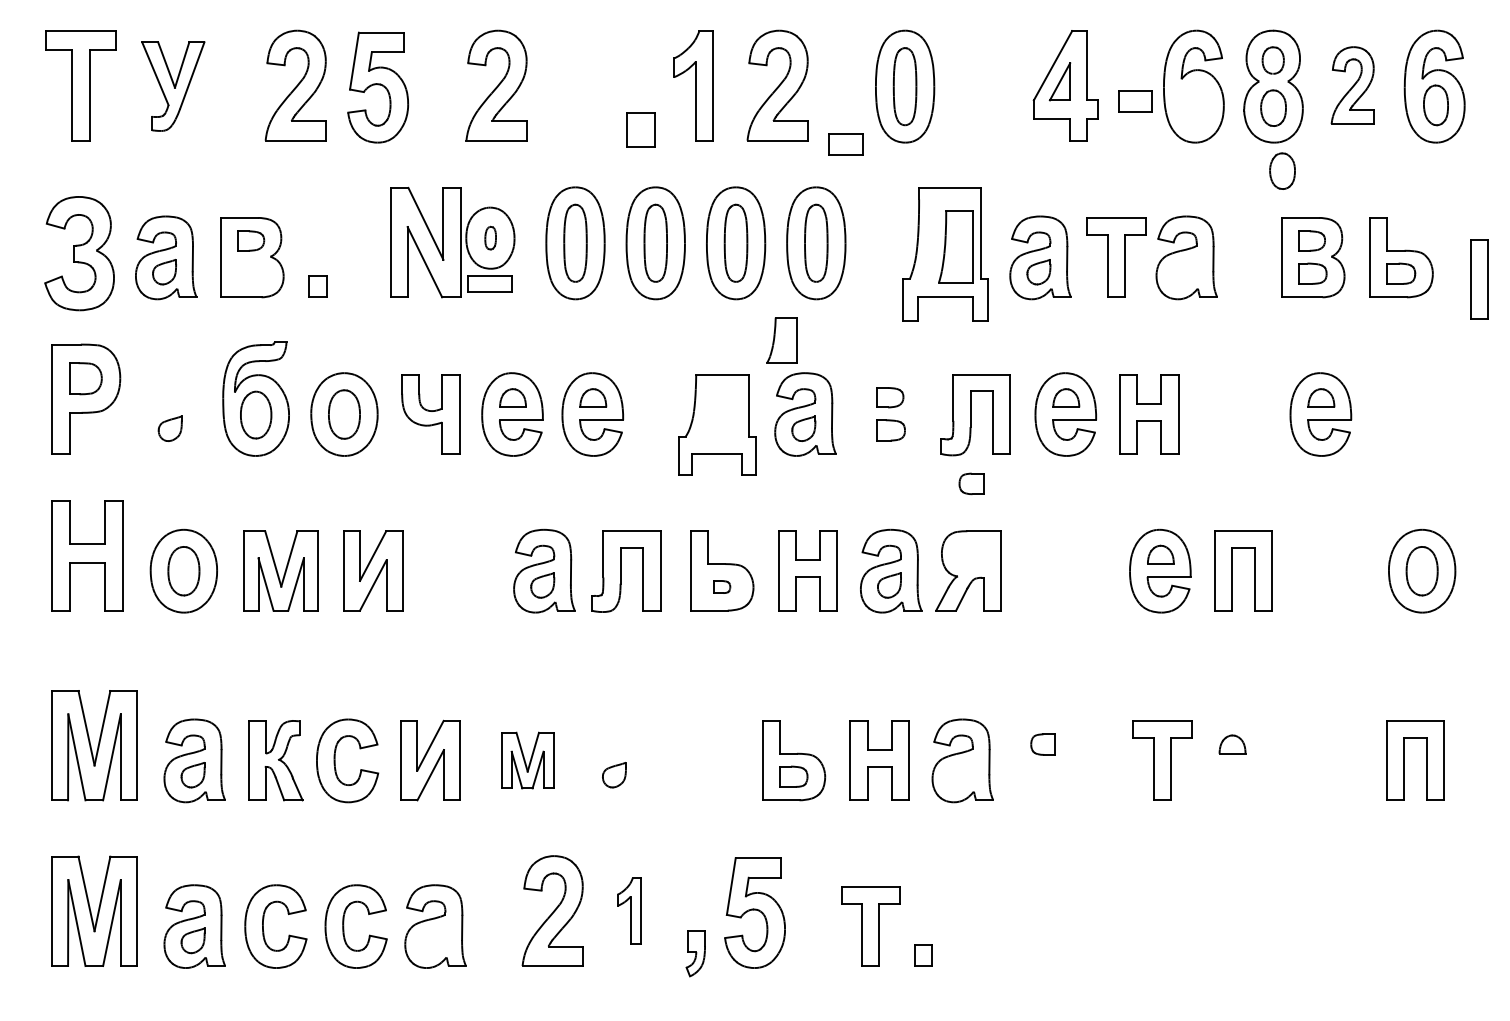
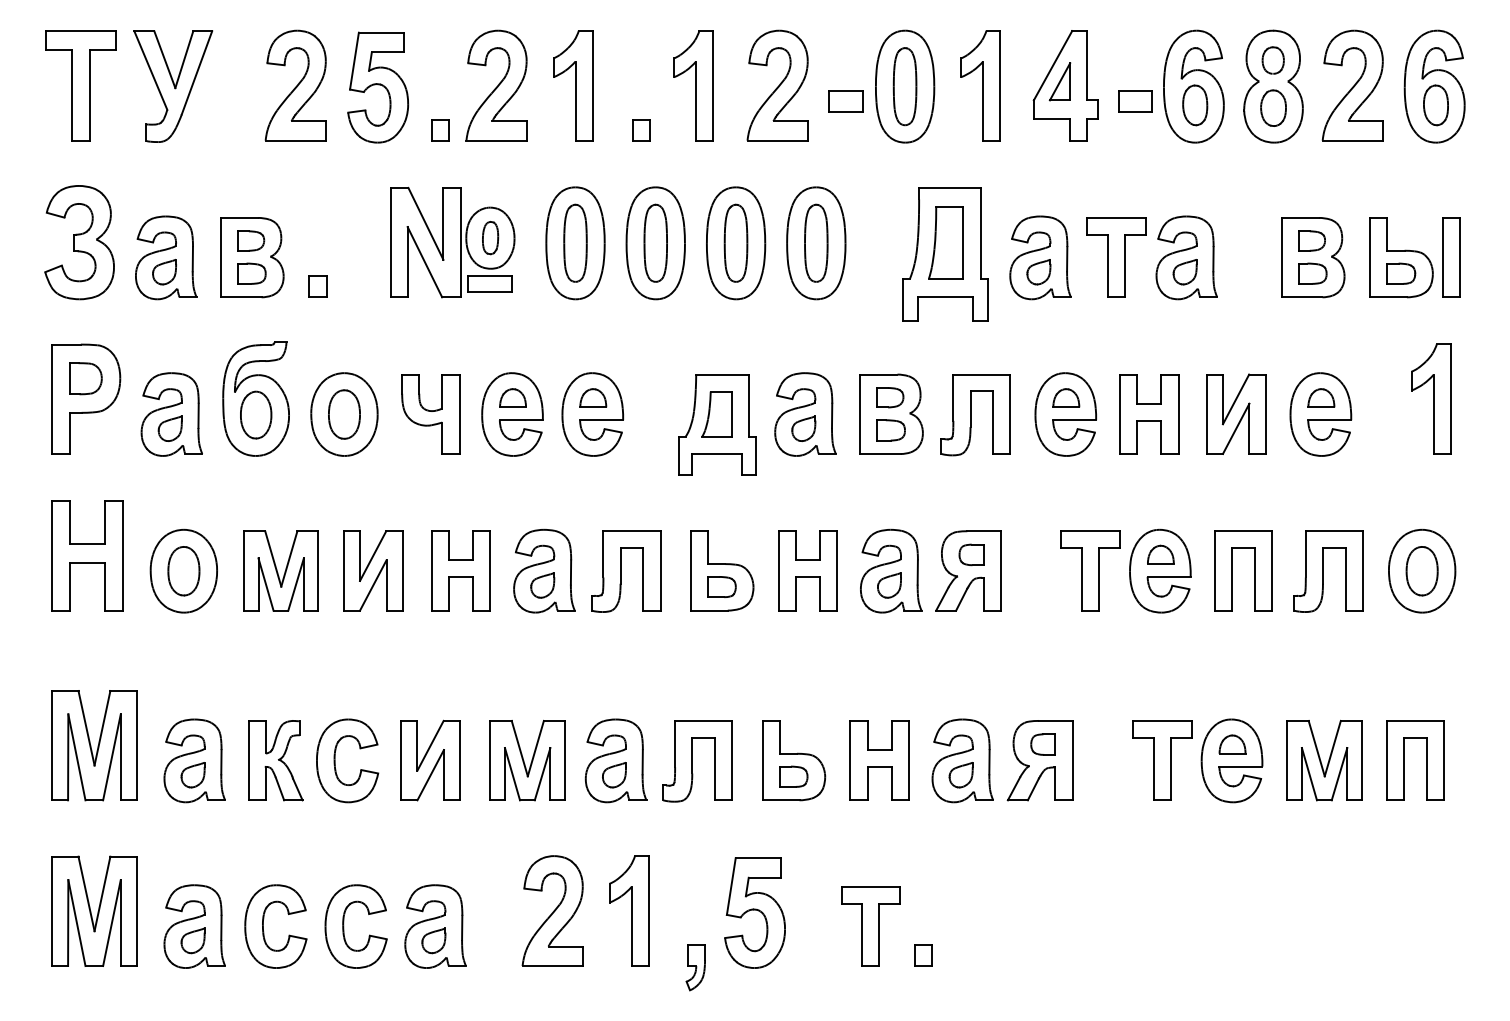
part at (573, 85): none -> present
part at (980, 85): none -> present
part at (1352, 85) size: 45x79 px -> 63x113 px
part at (173, 86) size: 65x91 px -> 81x113 px
part at (1195, 105): none -> present
part at (640, 129) size: 30x36 px -> 19x23 px
part at (440, 130): none -> present
part at (845, 144) position: (845, 144) -> (845, 101)
part at (1282, 170): present -> none
part at (490, 237) size: 13x26 px -> 18x35 px
part at (955, 246) position: (955, 246) -> (945, 242)
part at (79, 253) position: (79, 253) -> (79, 242)
part at (1184, 272): none -> present
part at (251, 273): none -> present
part at (1479, 279) position: (1479, 279) -> (1451, 257)
part at (781, 340) position: (781, 340) -> (716, 414)
part at (1431, 398): none -> present
part at (891, 413): none -> present
part at (1236, 413): none -> present
part at (171, 414): none -> present
part at (971, 483) position: (971, 483) -> (971, 554)
part at (460, 570): none -> present
part at (1090, 570): none -> present
part at (1328, 571): none -> present
part at (722, 586) size: 19x14 px -> 30x22 px
part at (527, 760) size: 54x59 px -> 77x83 px
part at (615, 760): none -> present
part at (1039, 760): none -> present
part at (1231, 760): none -> present
part at (1324, 760): none -> present
part at (697, 761): none -> present
part at (960, 775): none -> present
part at (629, 910) size: 25x68 px -> 41x112 px
part at (433, 940): none -> present
part at (695, 953) position: (695, 953) -> (695, 967)
